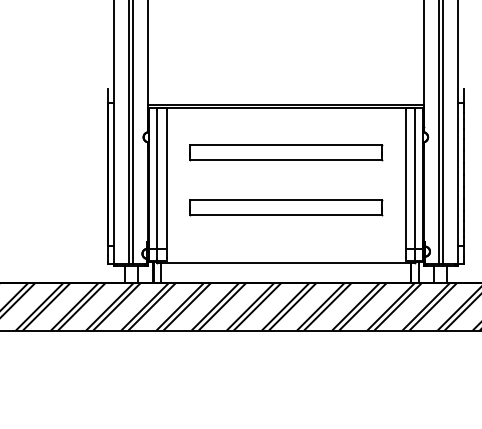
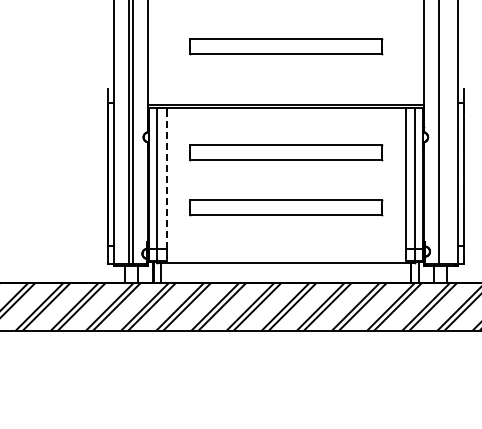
part at (286, 46): none -> present
line at (443, 132): present -> none
line at (166, 180): solid -> dashed
